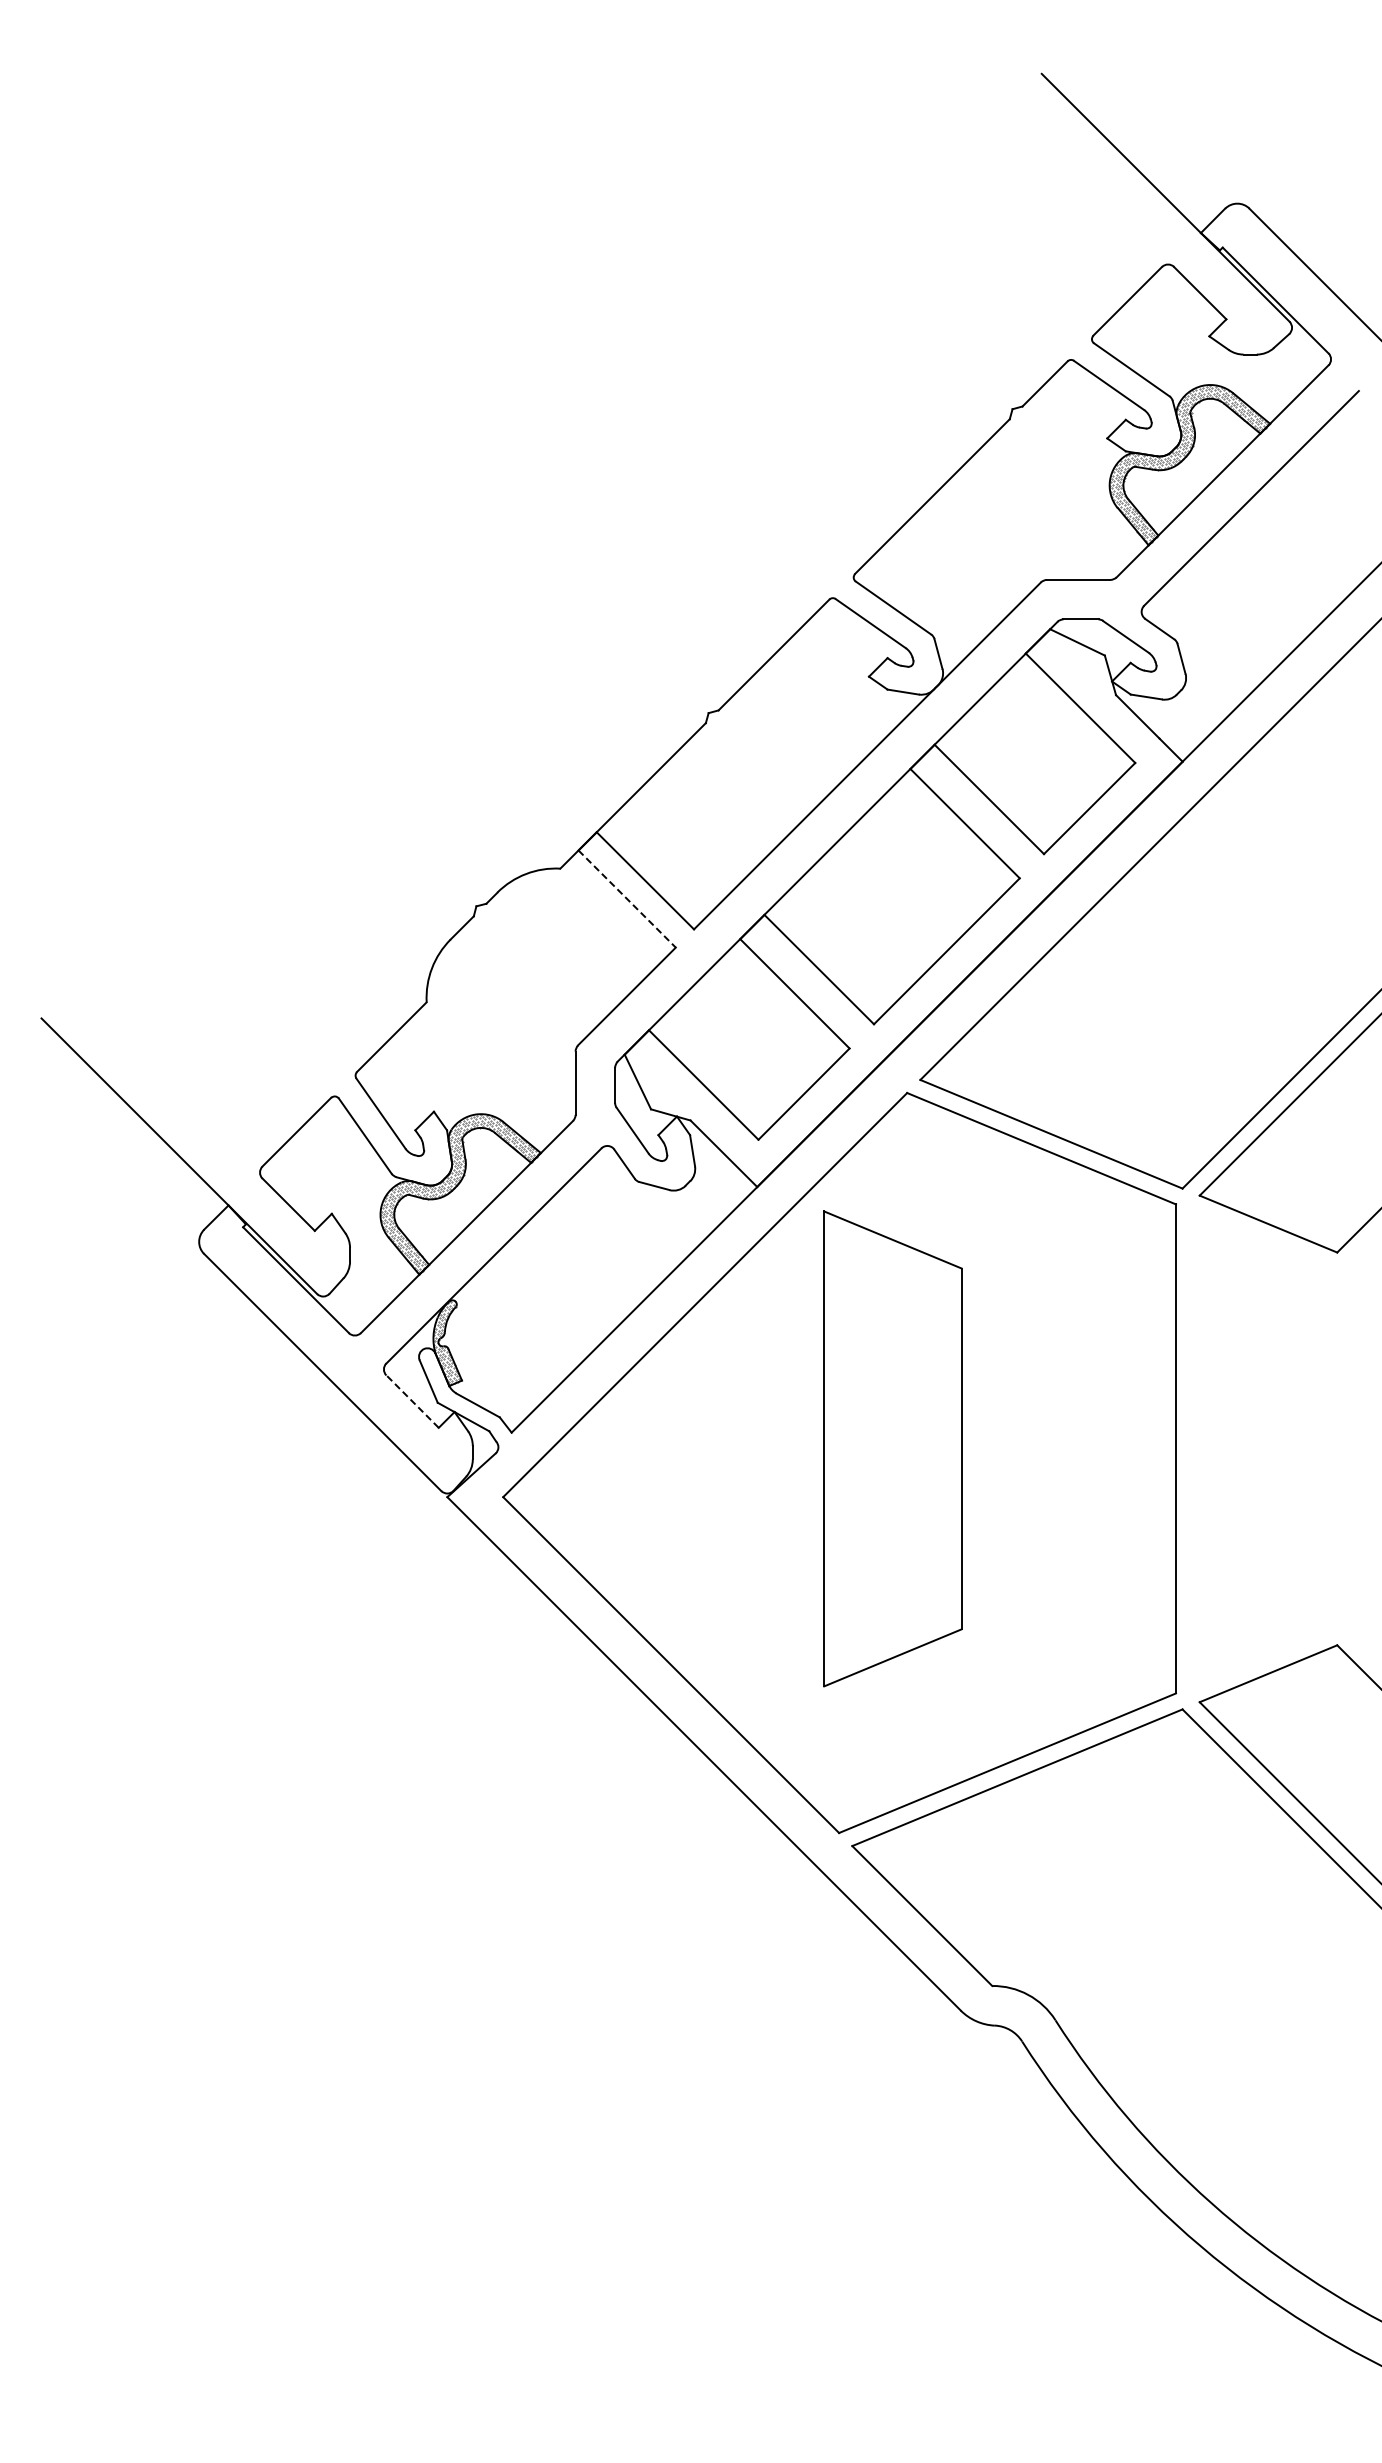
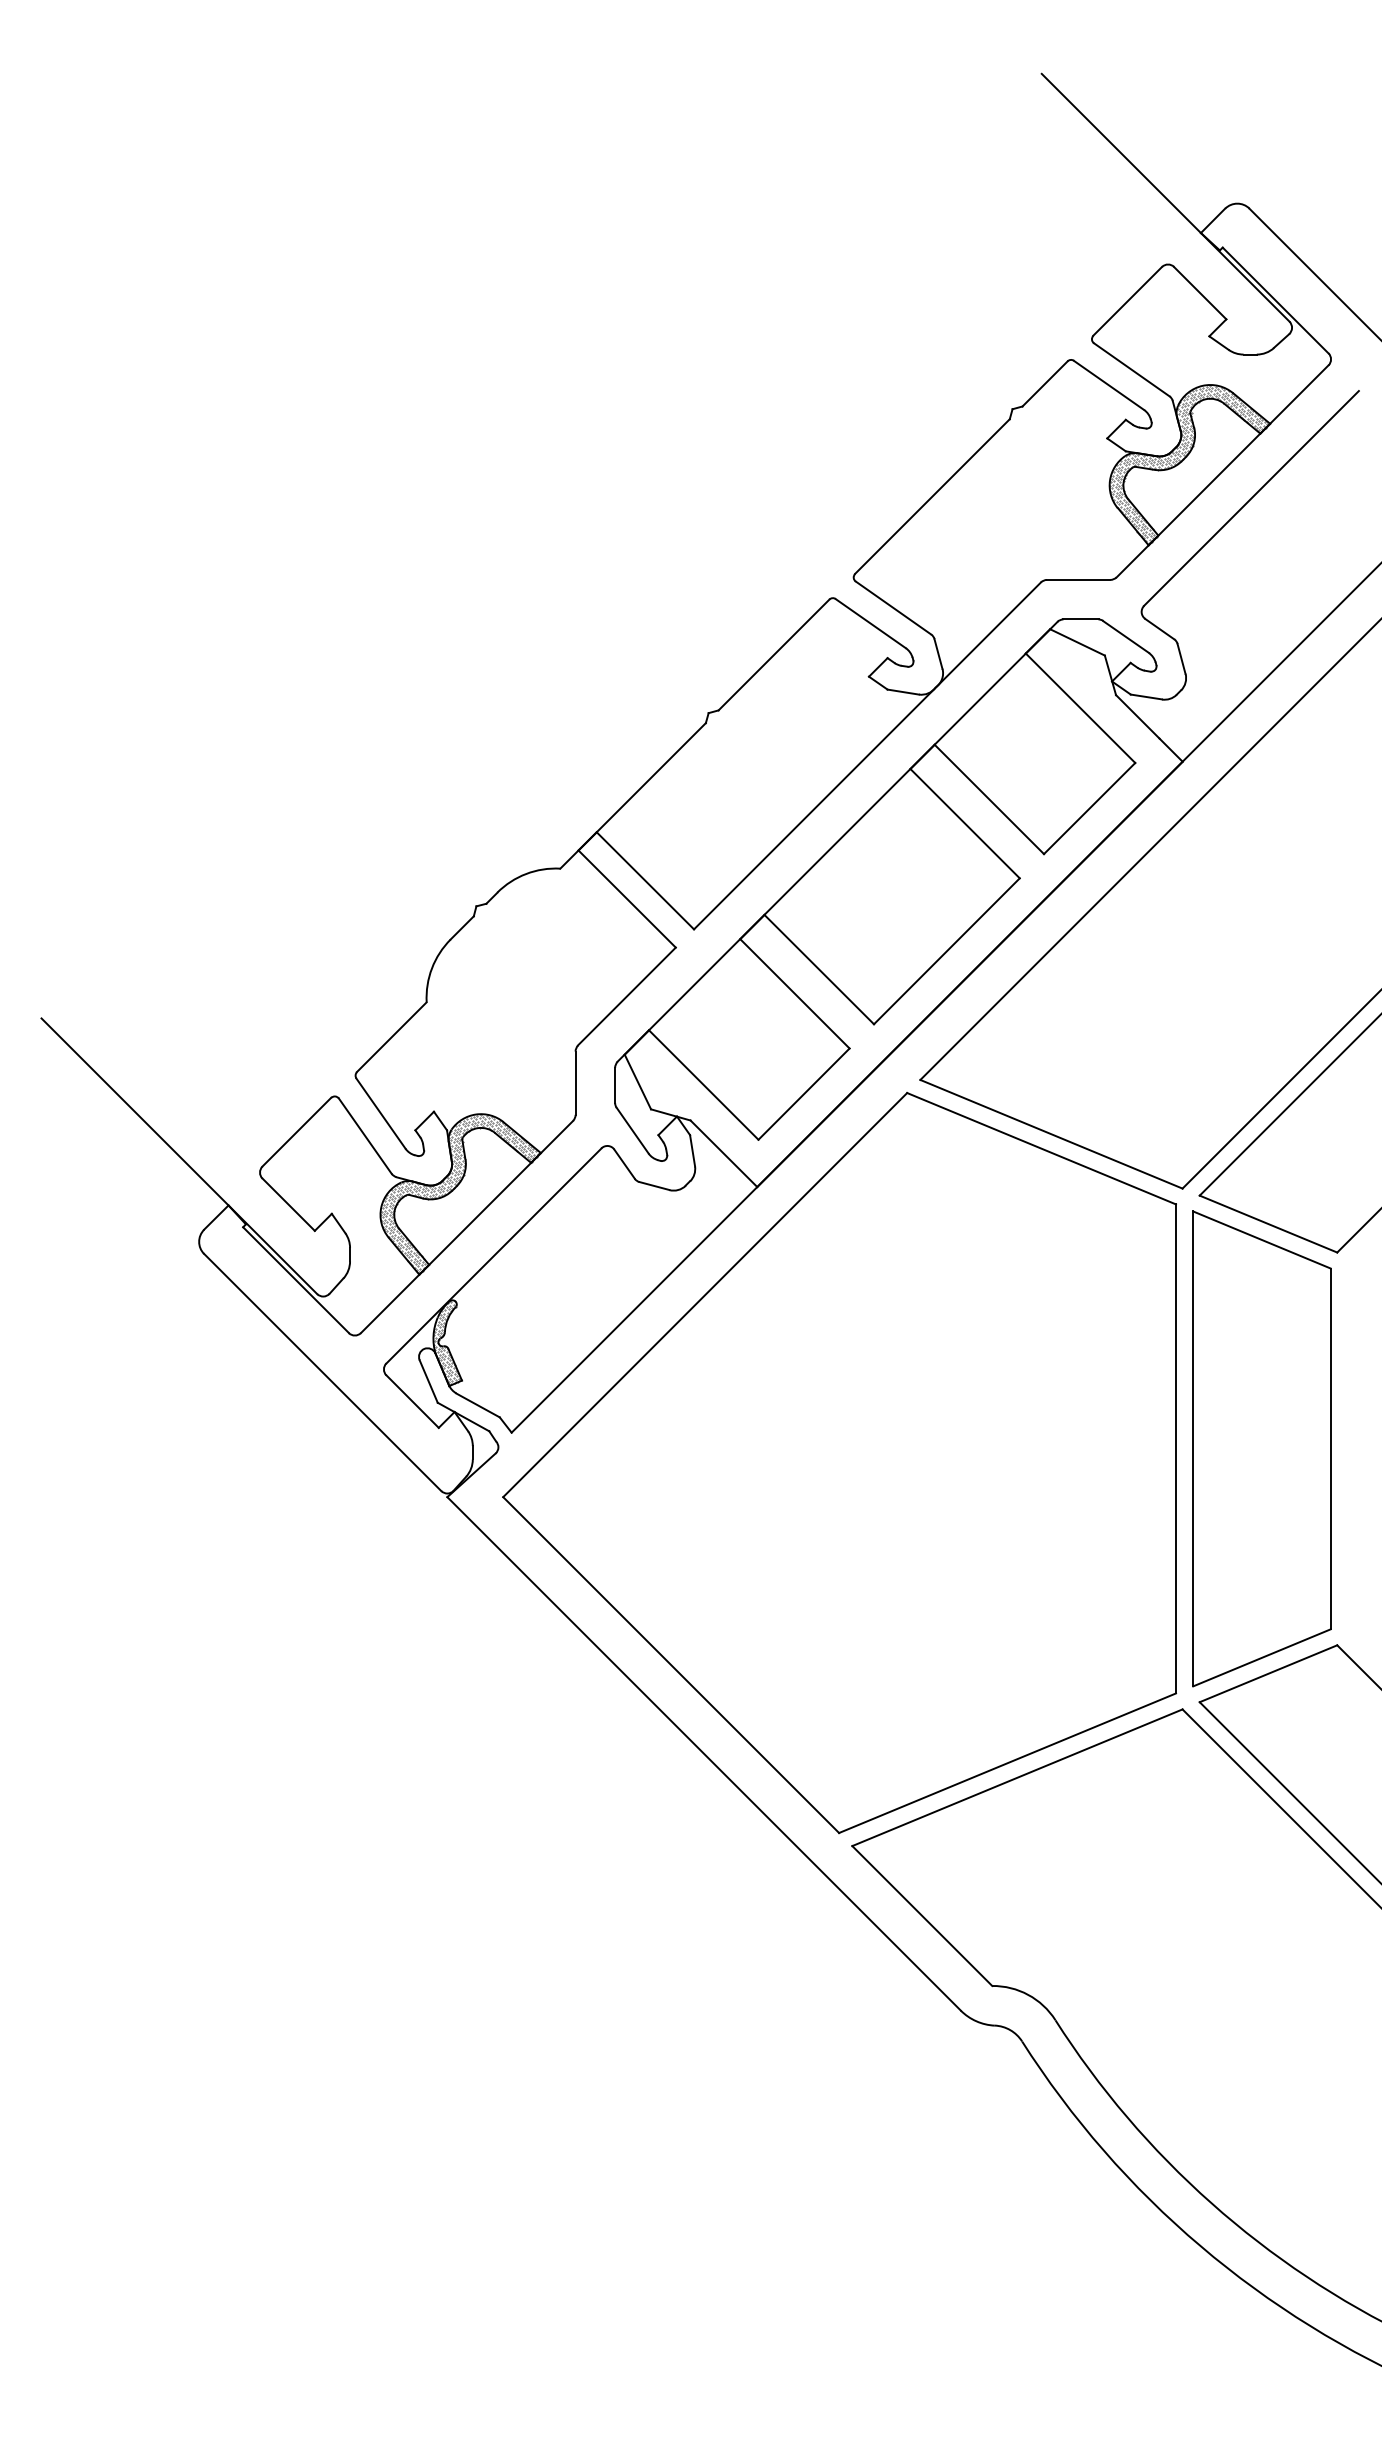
line at (627, 899): dashed -> solid
line at (412, 1401): dashed -> solid
part at (892, 1448) position: (892, 1448) -> (1261, 1448)
